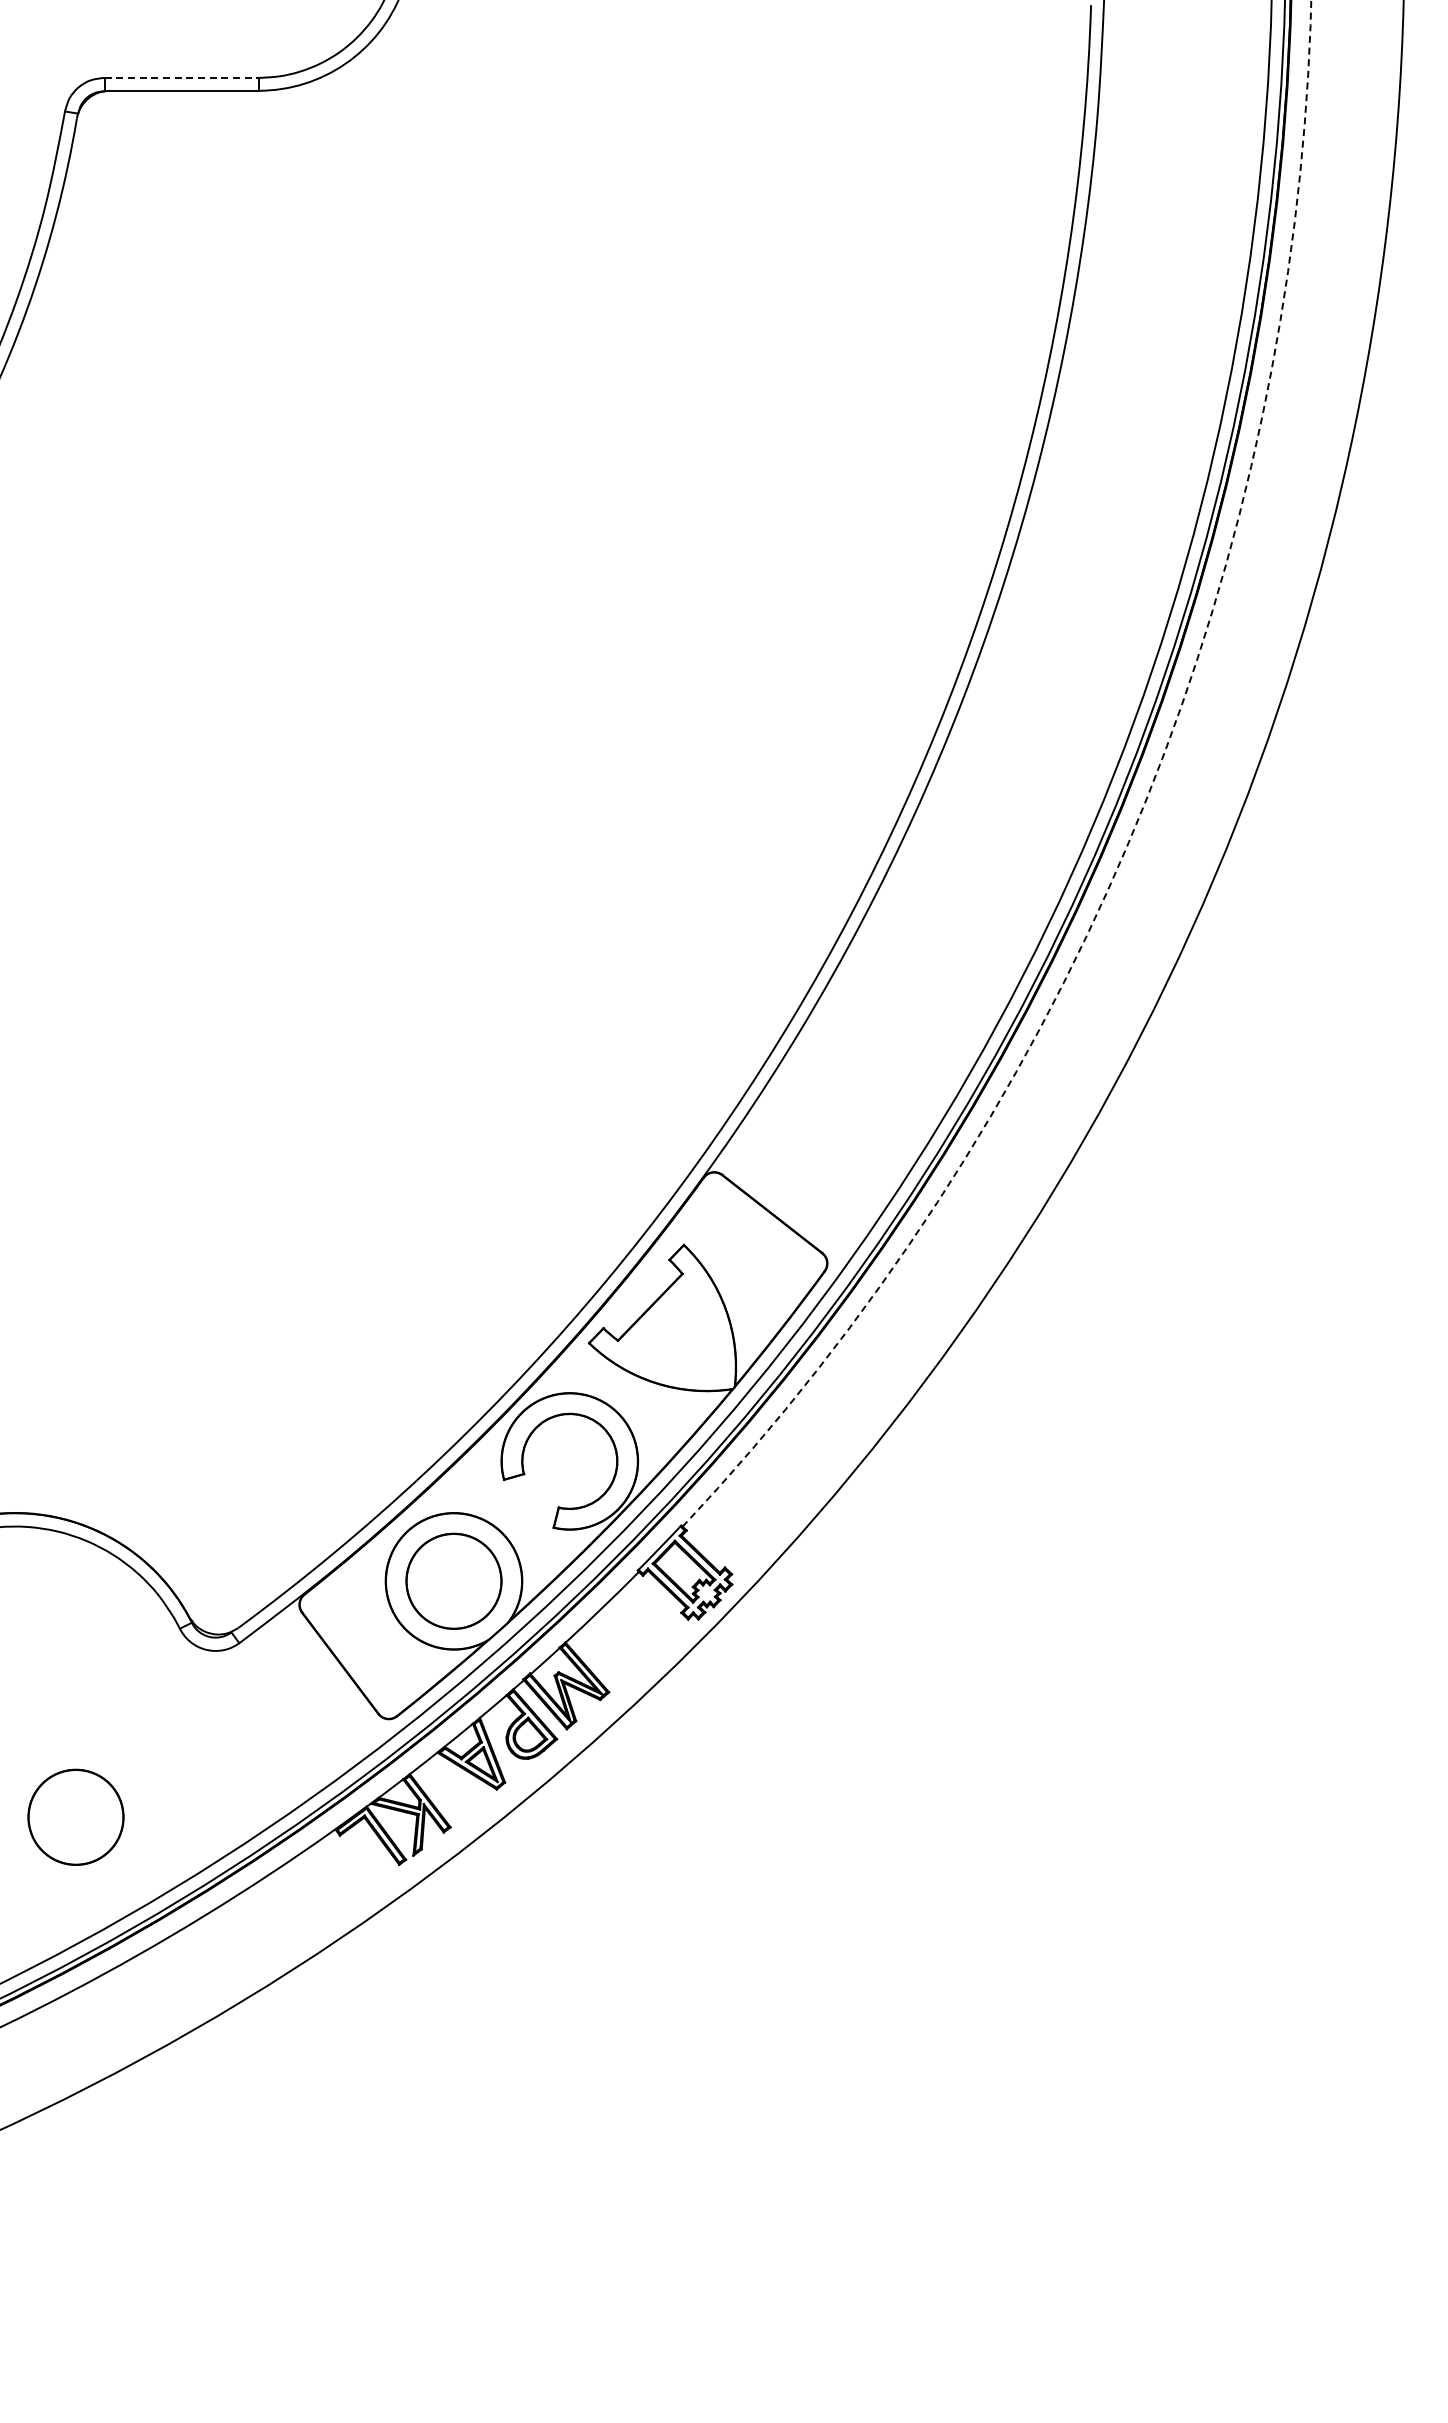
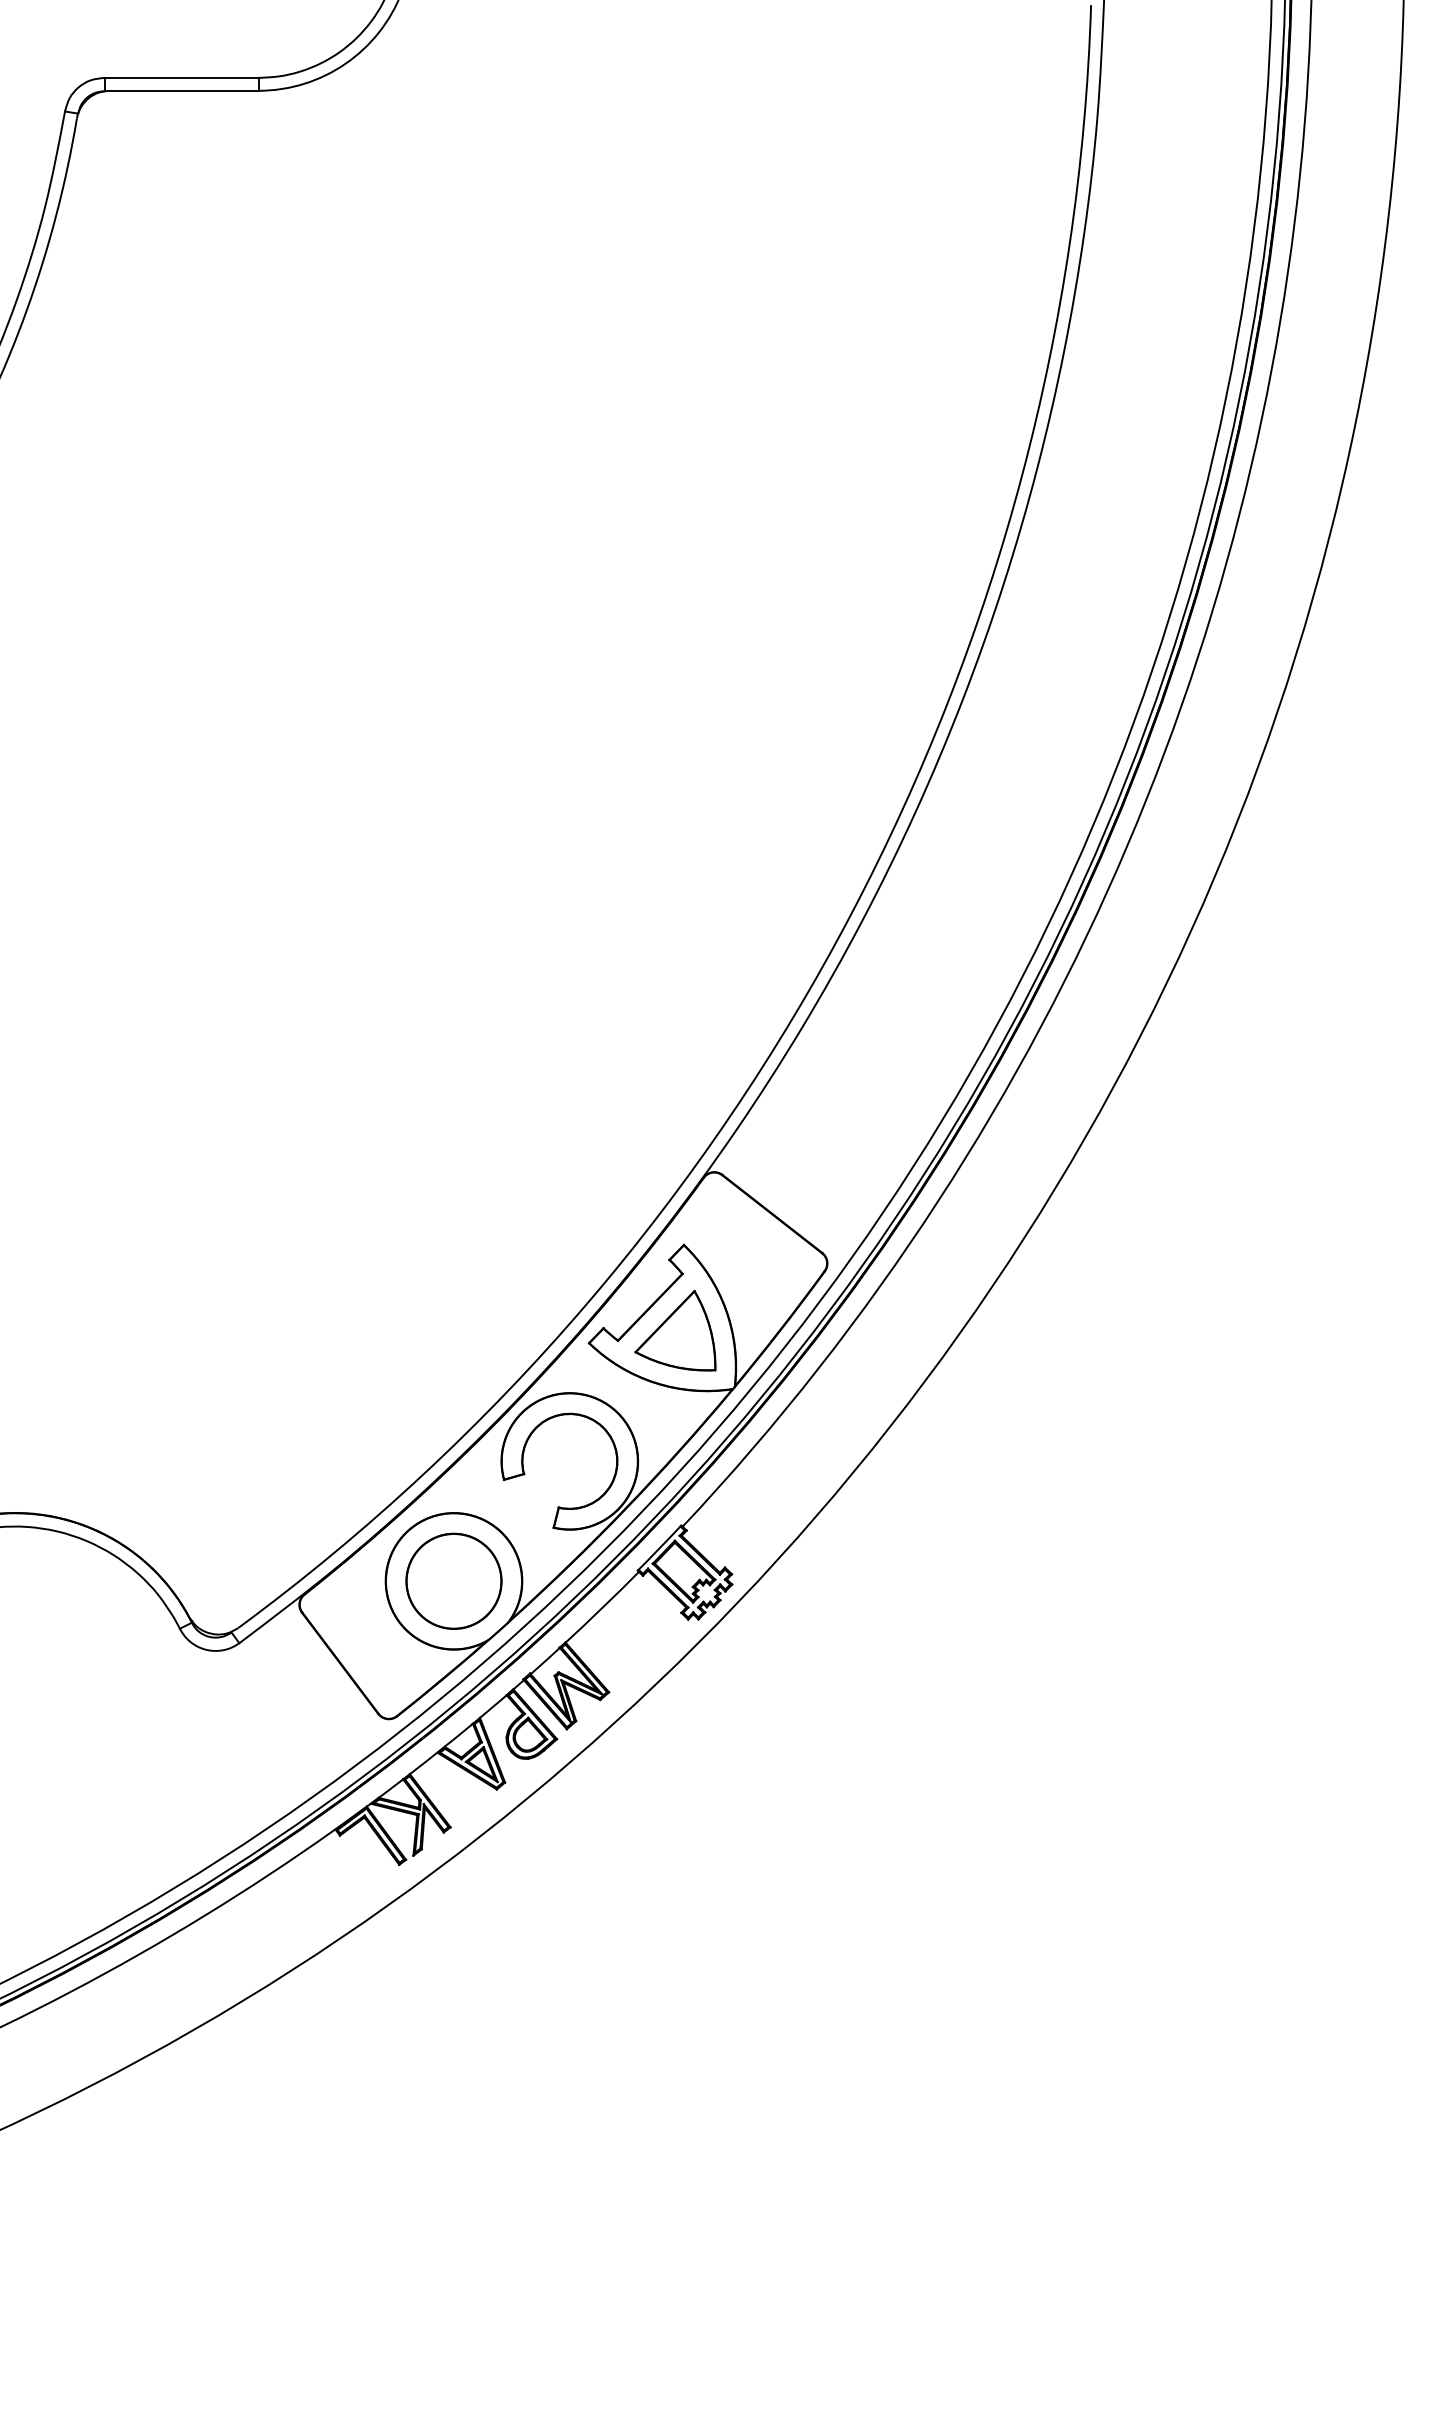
line at (182, 77): dashed -> solid
arc at (1137, 821): dashed -> solid
part at (675, 1330): none -> present
circle at (75, 1816): present -> none
